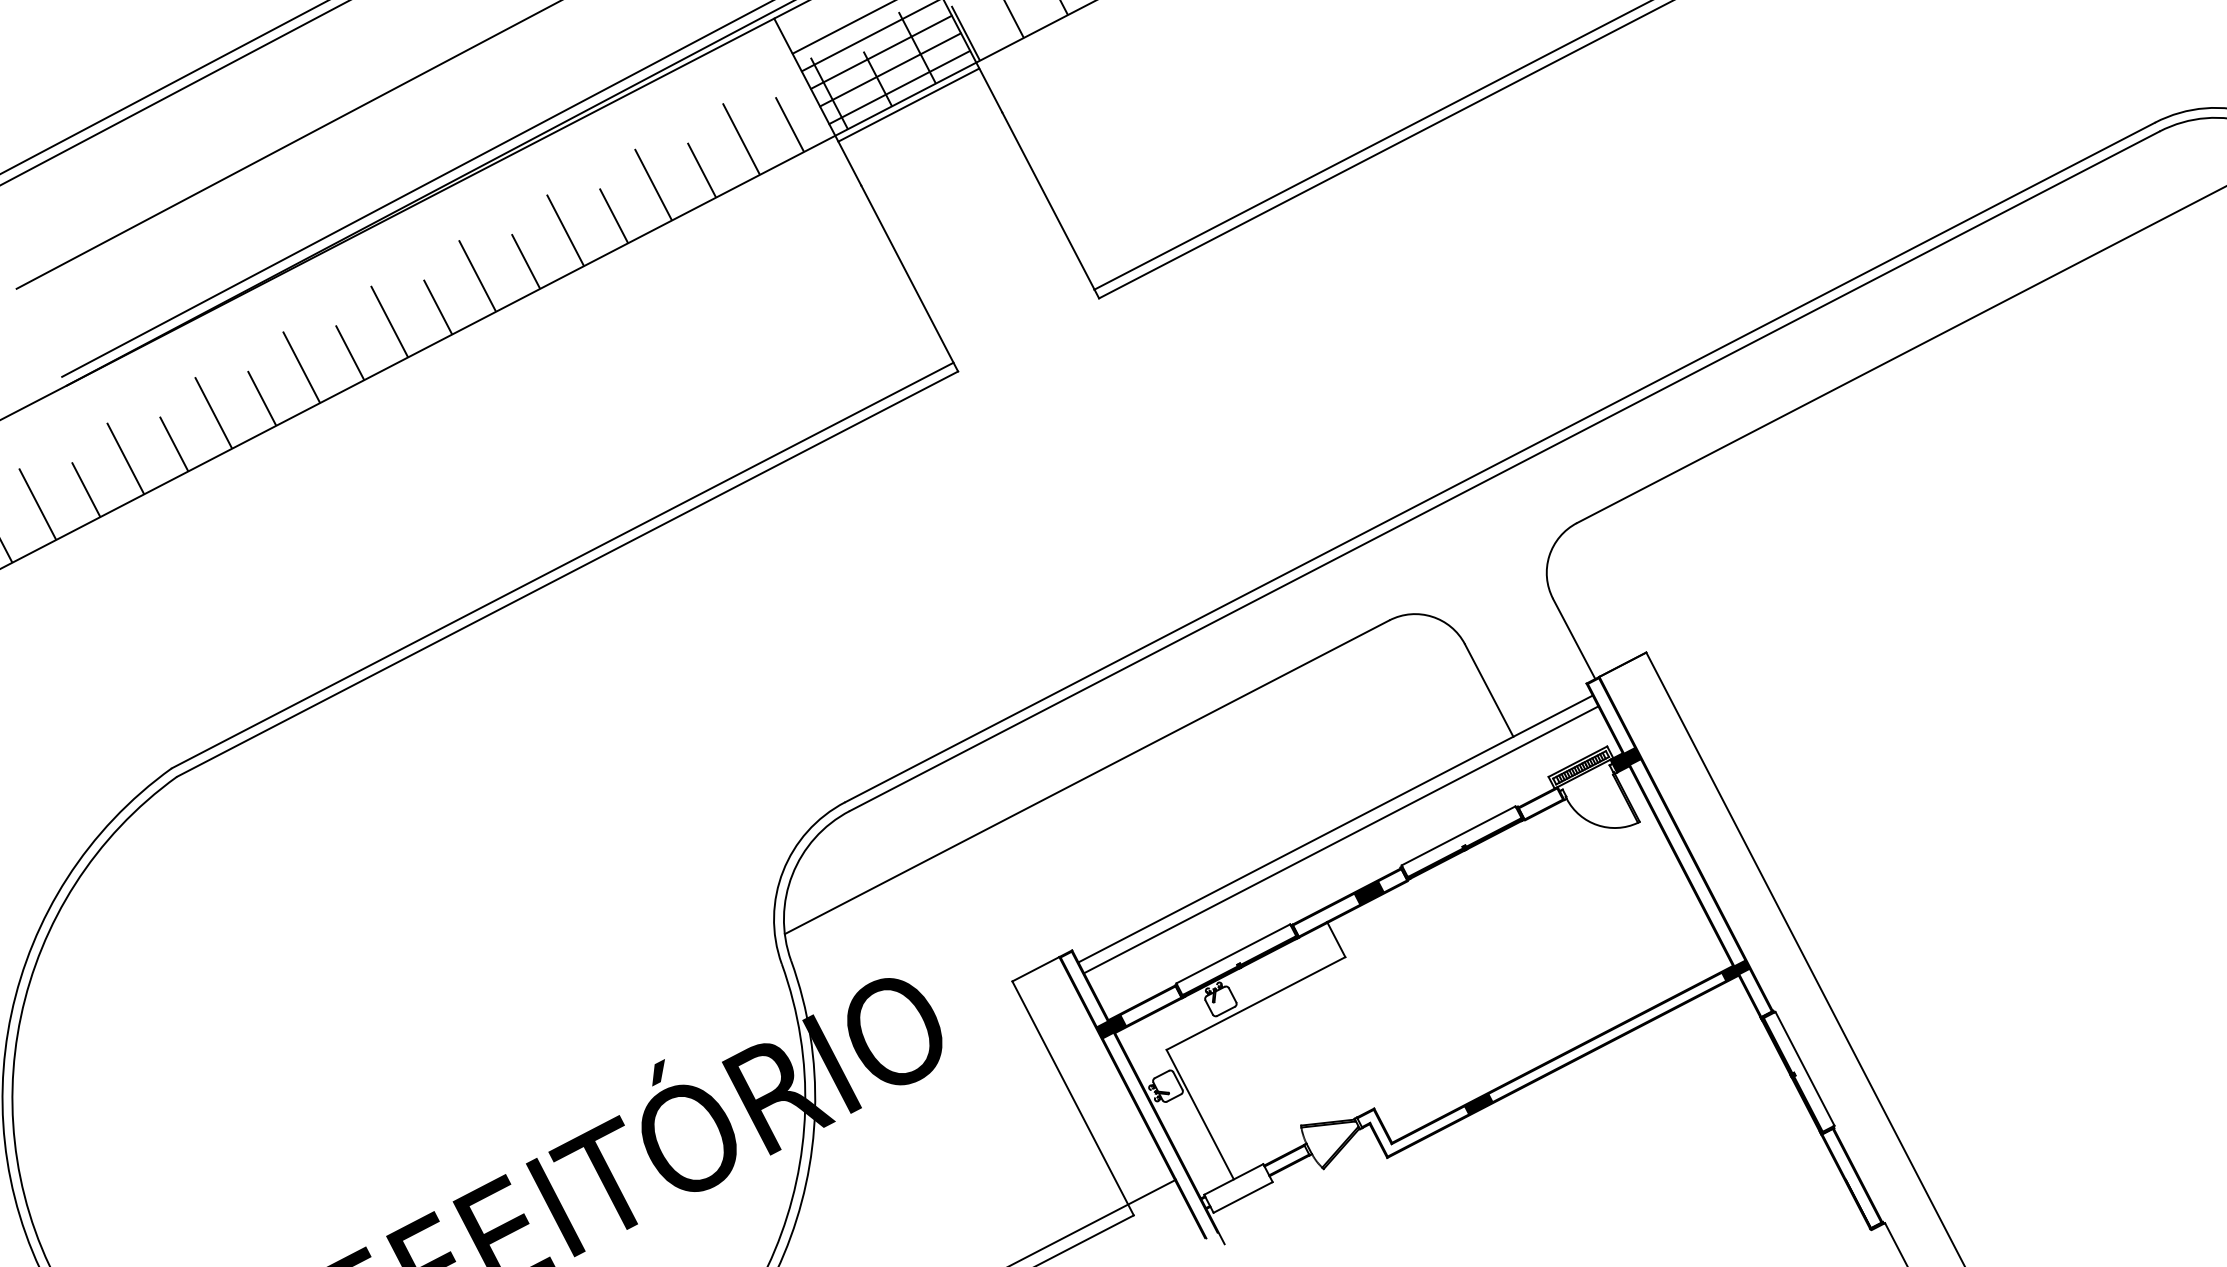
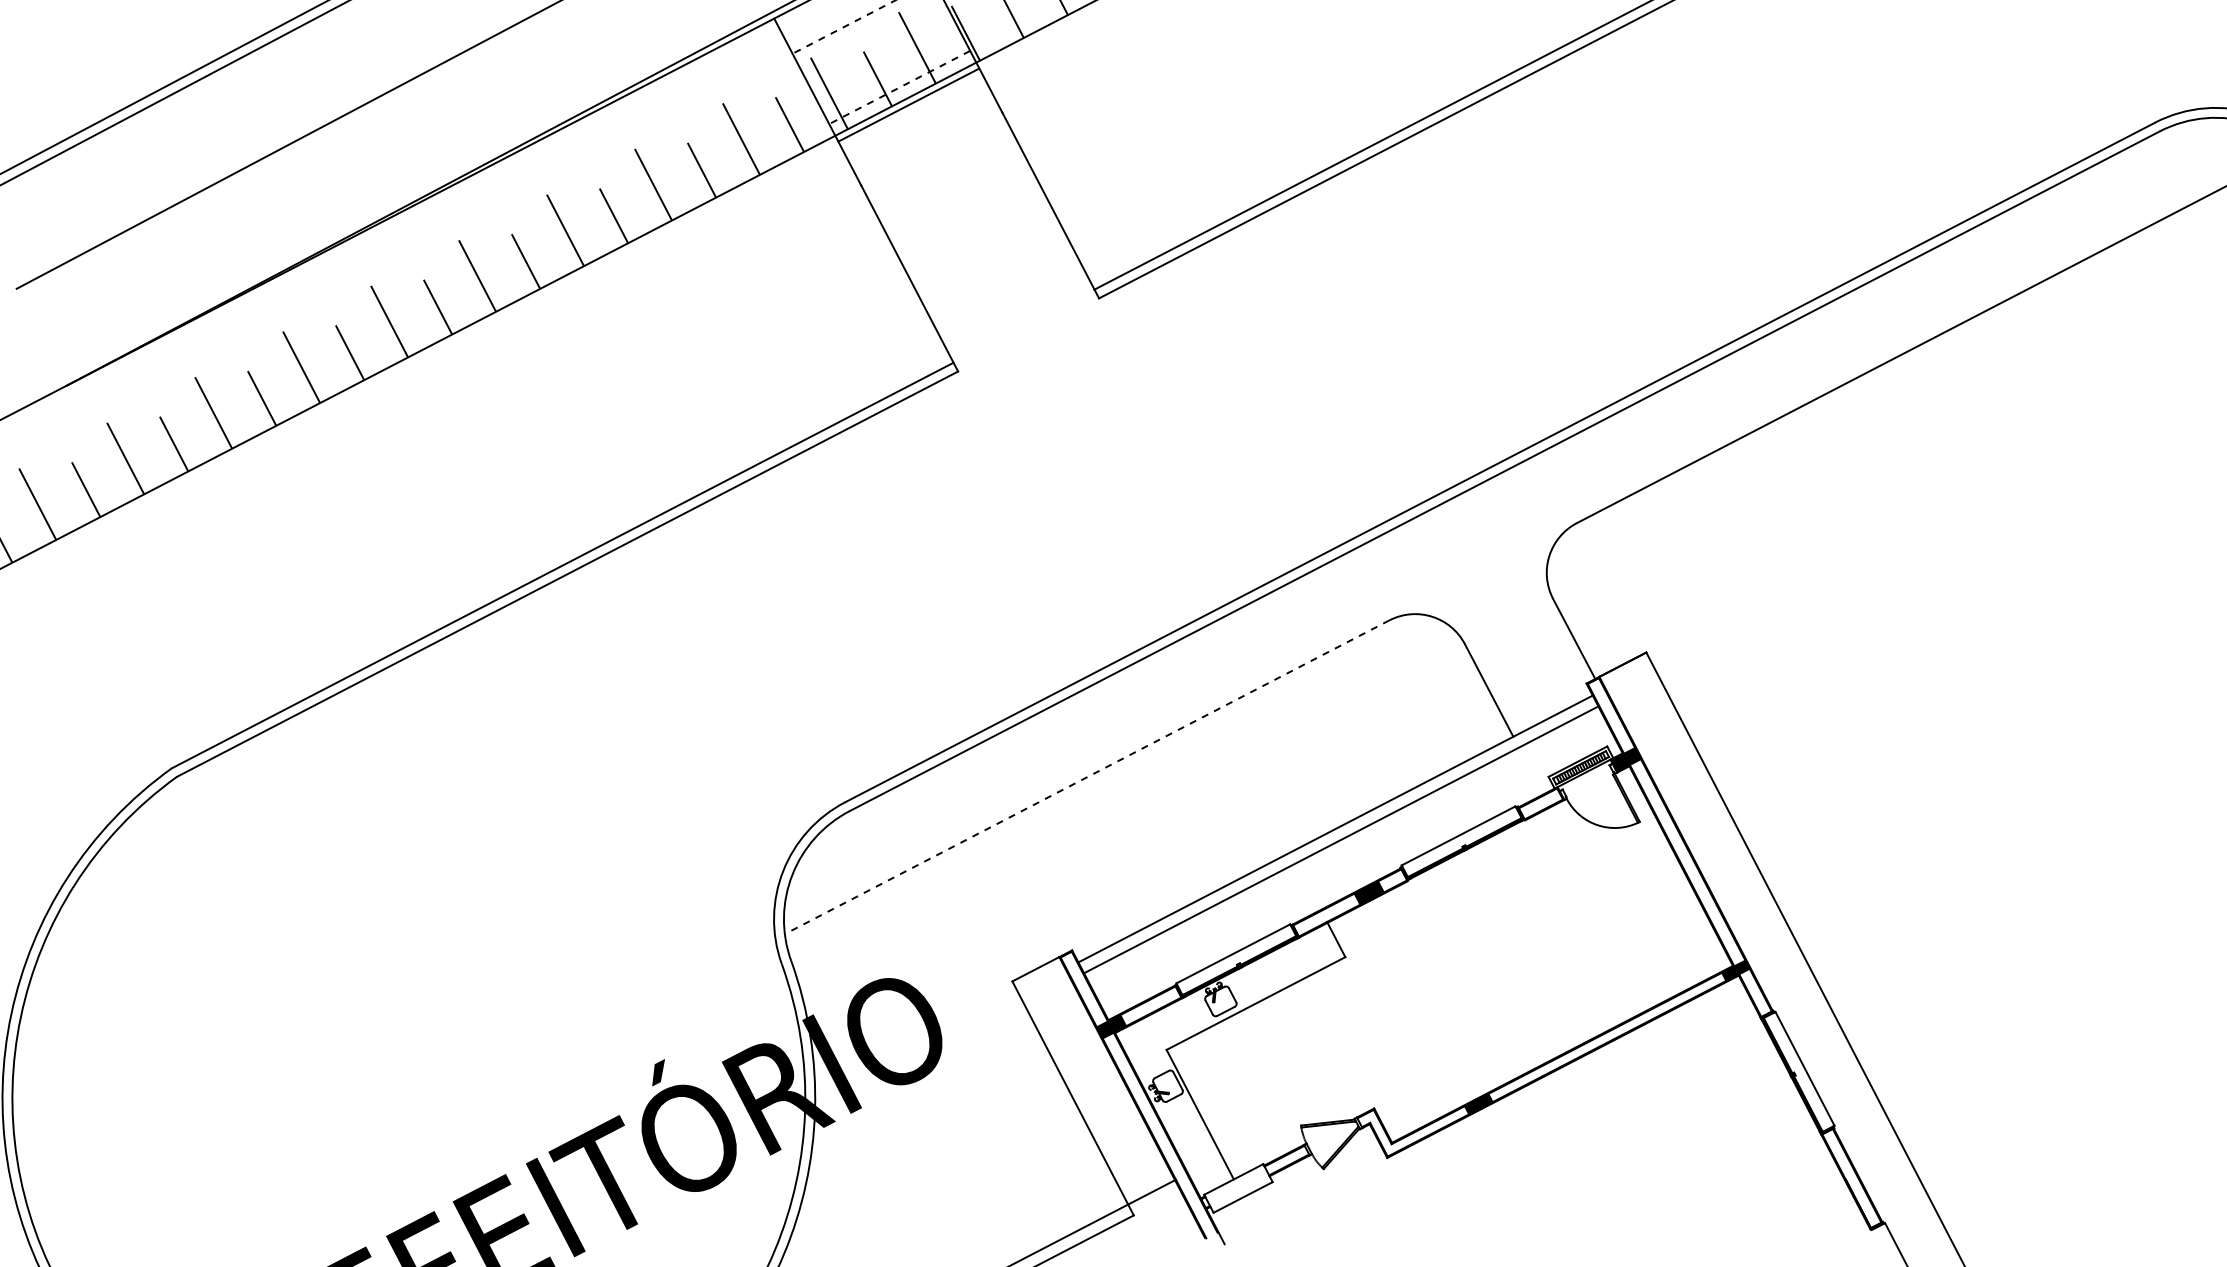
line at (844, 27): solid -> dashed
line at (867, 36): present -> none
line at (881, 51): present -> none
line at (890, 69): present -> none
line at (899, 87): solid -> dashed
line at (416, 189): present -> none
line at (1087, 777): solid -> dashed
